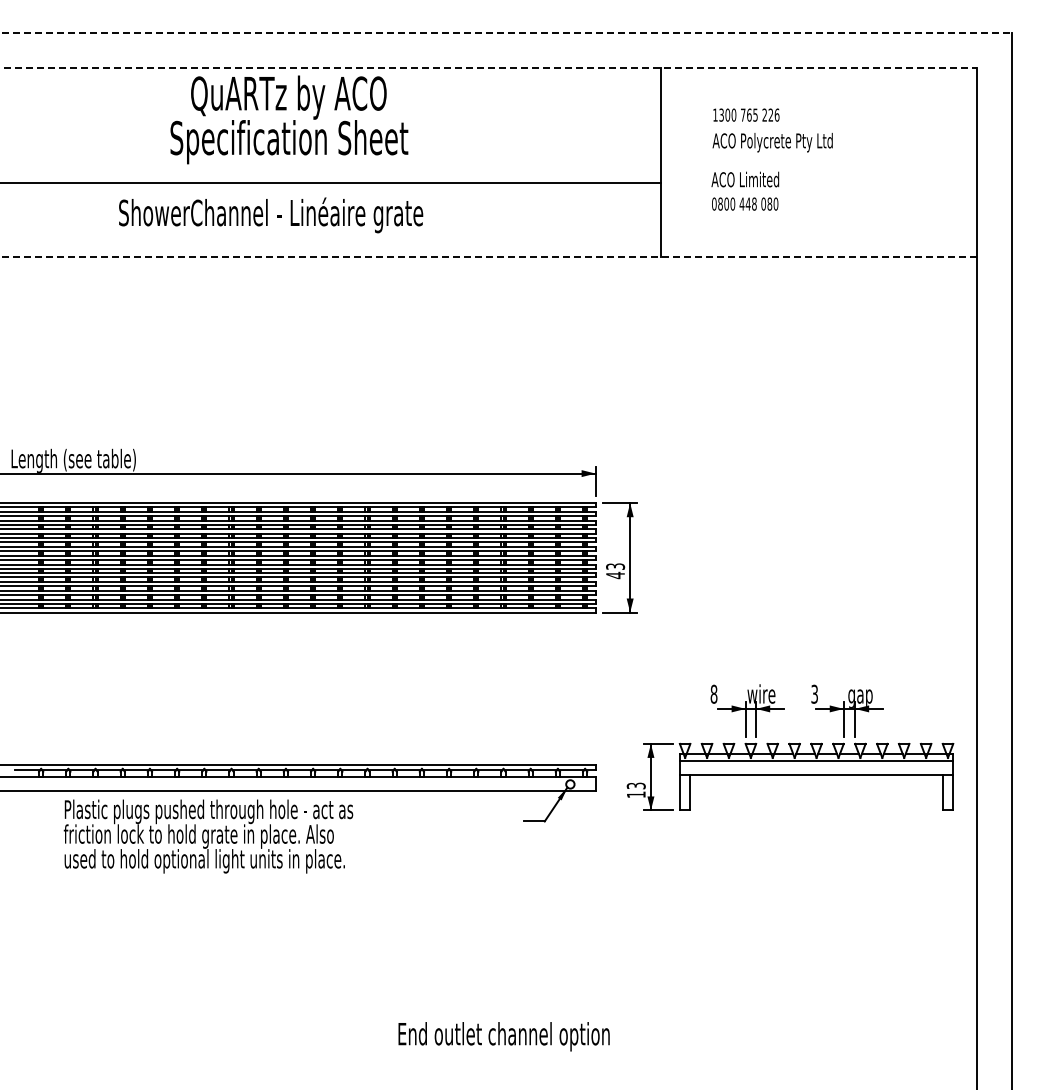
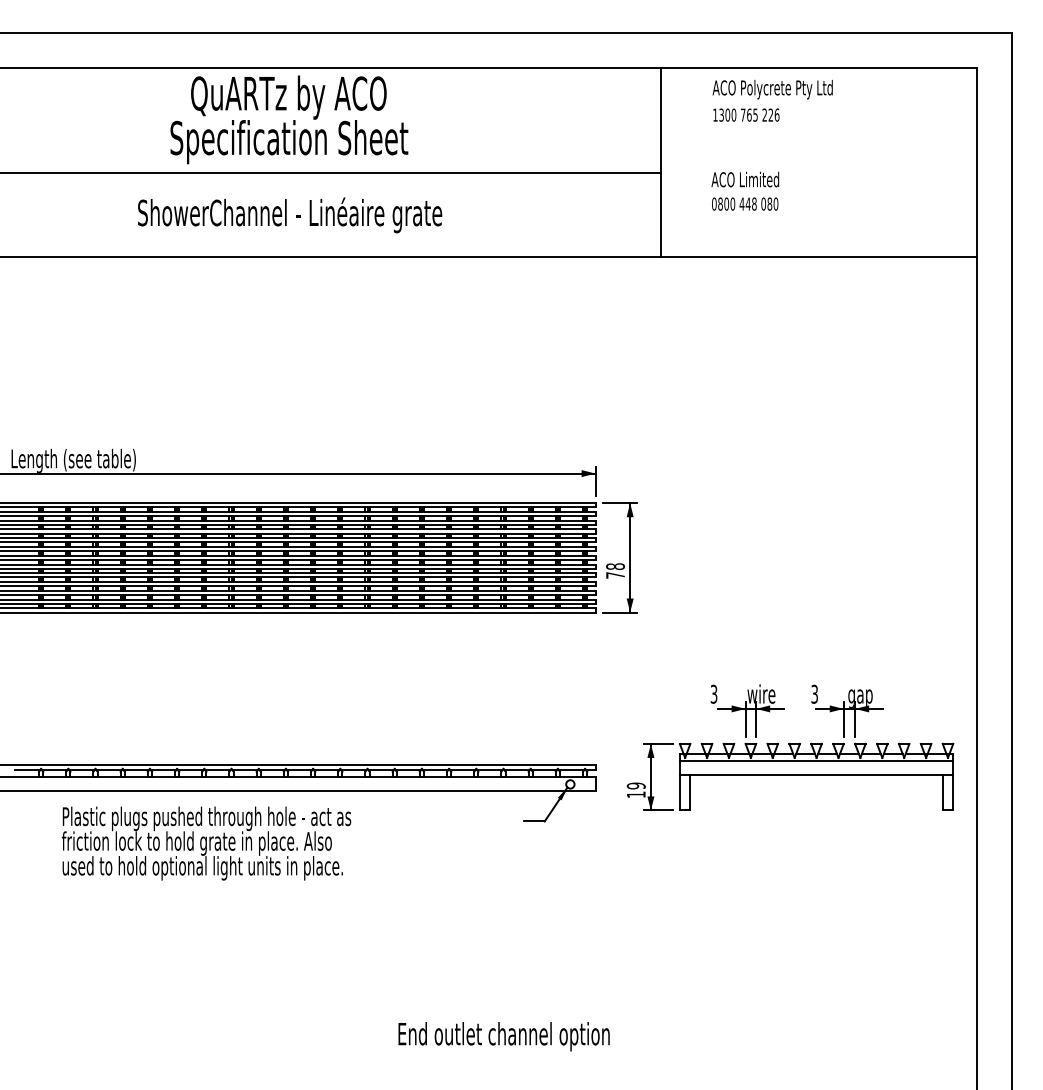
line at (506, 32): dashed -> solid
line at (488, 67): dashed -> solid
text at (772, 142) position: (772, 142) -> (772, 89)
line at (331, 182) position: (331, 182) -> (331, 172)
text at (271, 215) position: (271, 215) -> (290, 215)
line at (488, 257): dashed -> solid
text at (615, 571): 43 -> 78
text at (713, 693): 8 -> 3
text at (635, 785): 13 -> 19
text at (208, 836) position: (208, 836) -> (206, 843)
